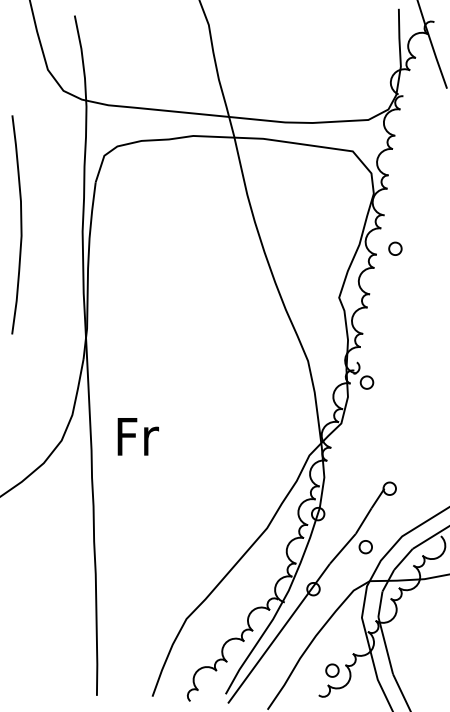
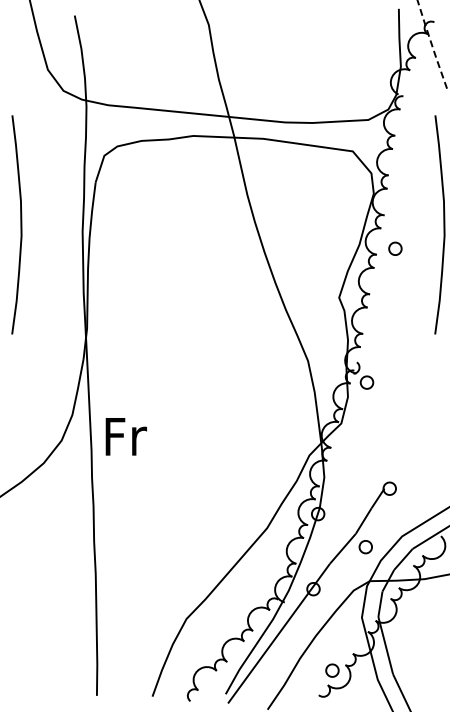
line at (432, 45): solid -> dashed
curve at (443, 224): none -> present
text at (137, 436) position: (137, 436) -> (125, 436)
